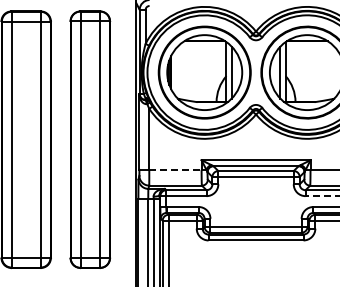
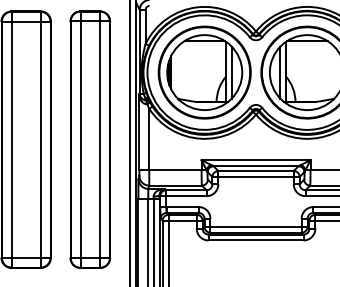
line at (130, 142): none -> present
line at (175, 169): dashed -> solid
line at (322, 196): dashed -> solid
